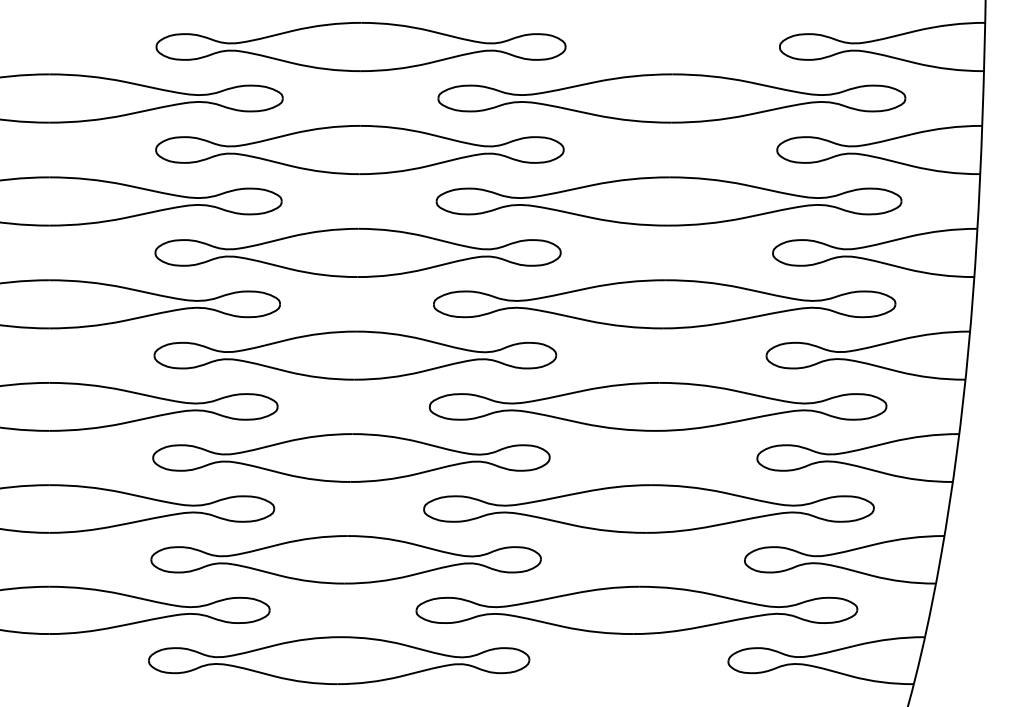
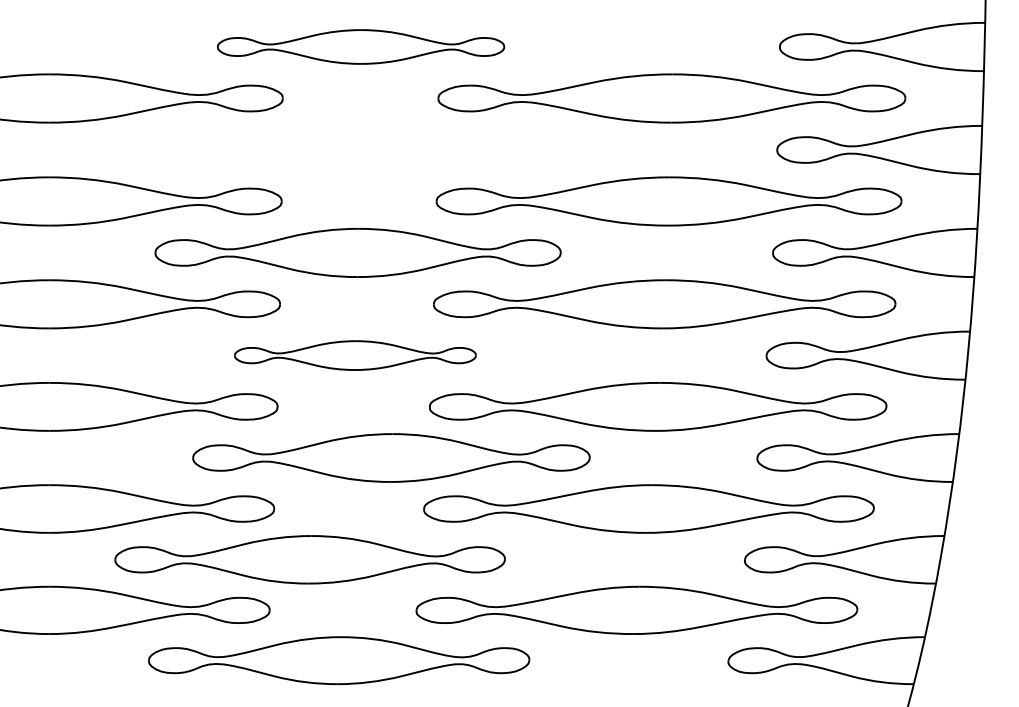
part at (360, 46) size: 412x50 px -> 289x36 px
part at (359, 150): present -> none
part at (355, 355) size: 405x51 px -> 243x31 px
part at (351, 457) position: (351, 457) -> (391, 457)
part at (345, 559) position: (345, 559) -> (309, 559)
